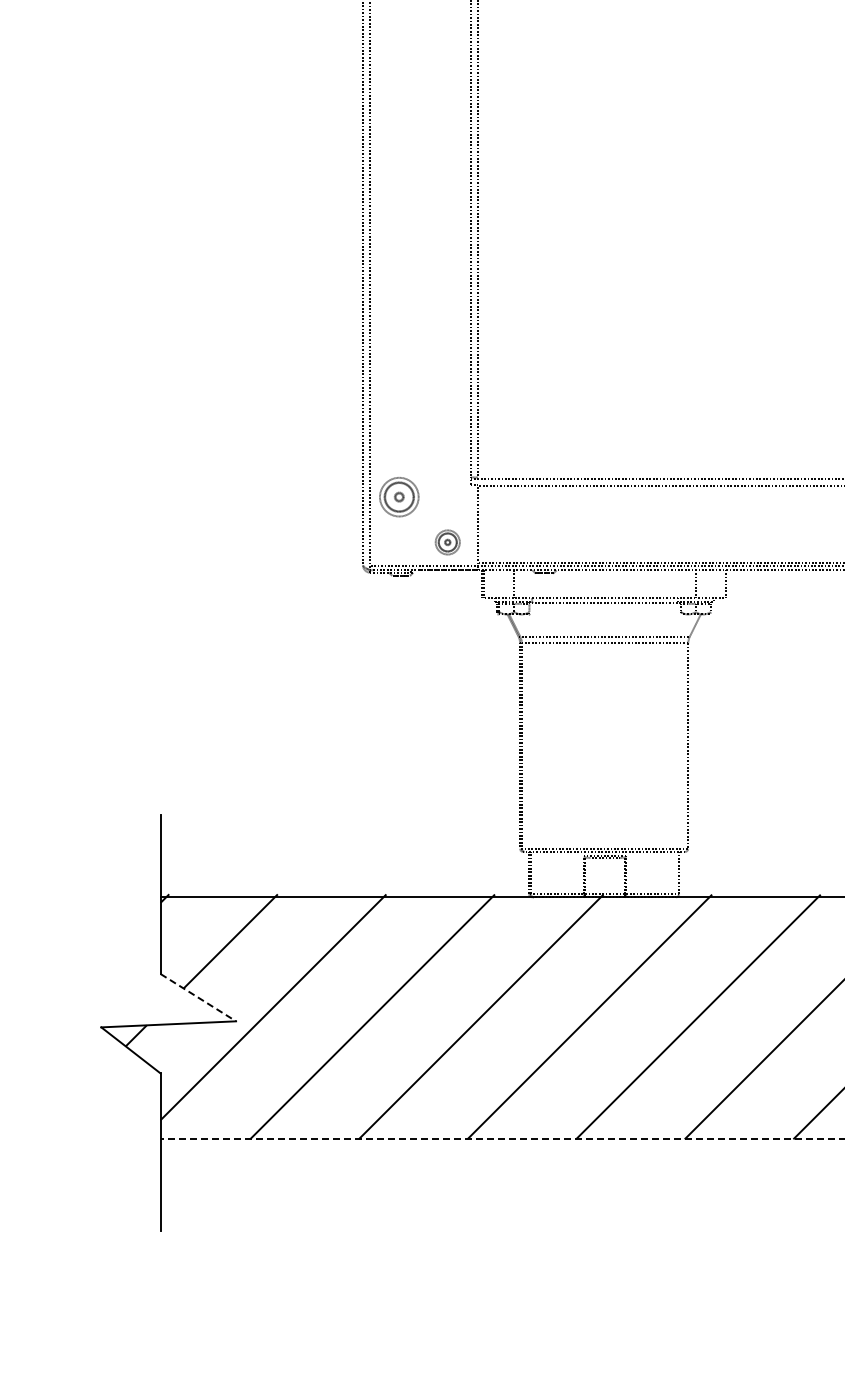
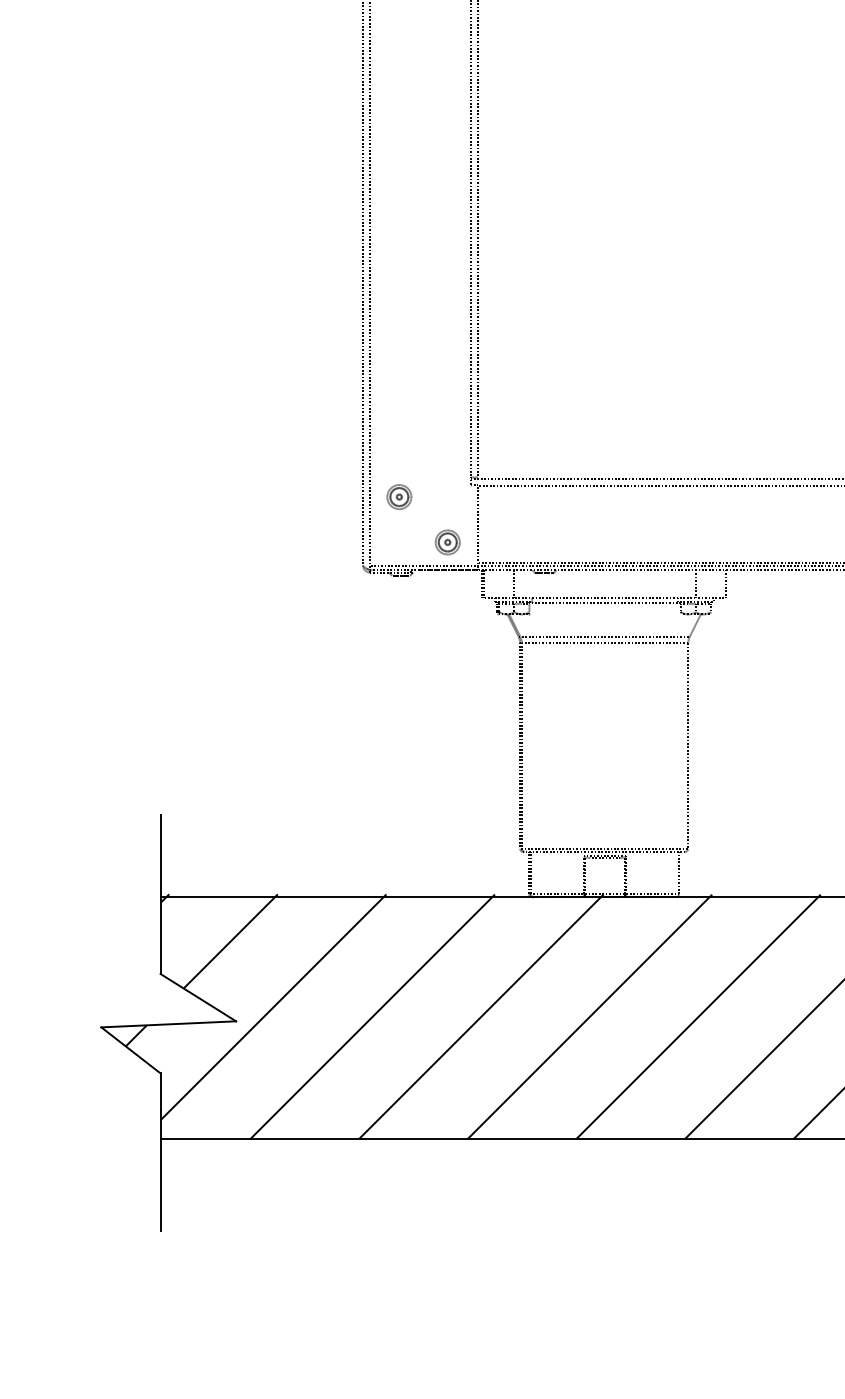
part at (399, 497) size: 41x41 px -> 27x26 px
line at (198, 997): dashed -> solid
line at (502, 1139): dashed -> solid
